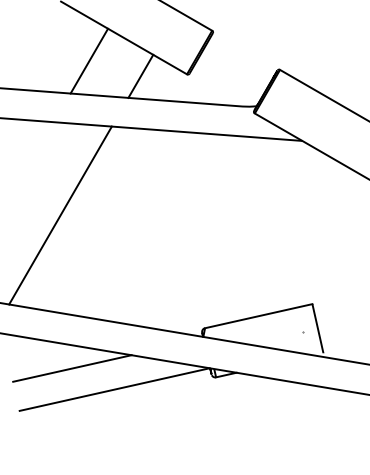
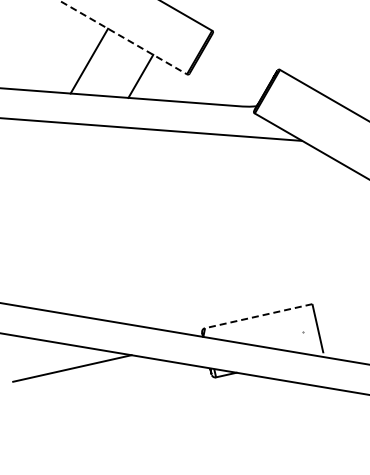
line at (124, 37): solid -> dashed
line at (60, 215): present -> none
line at (258, 316): solid -> dashed
line at (114, 389): present -> none
